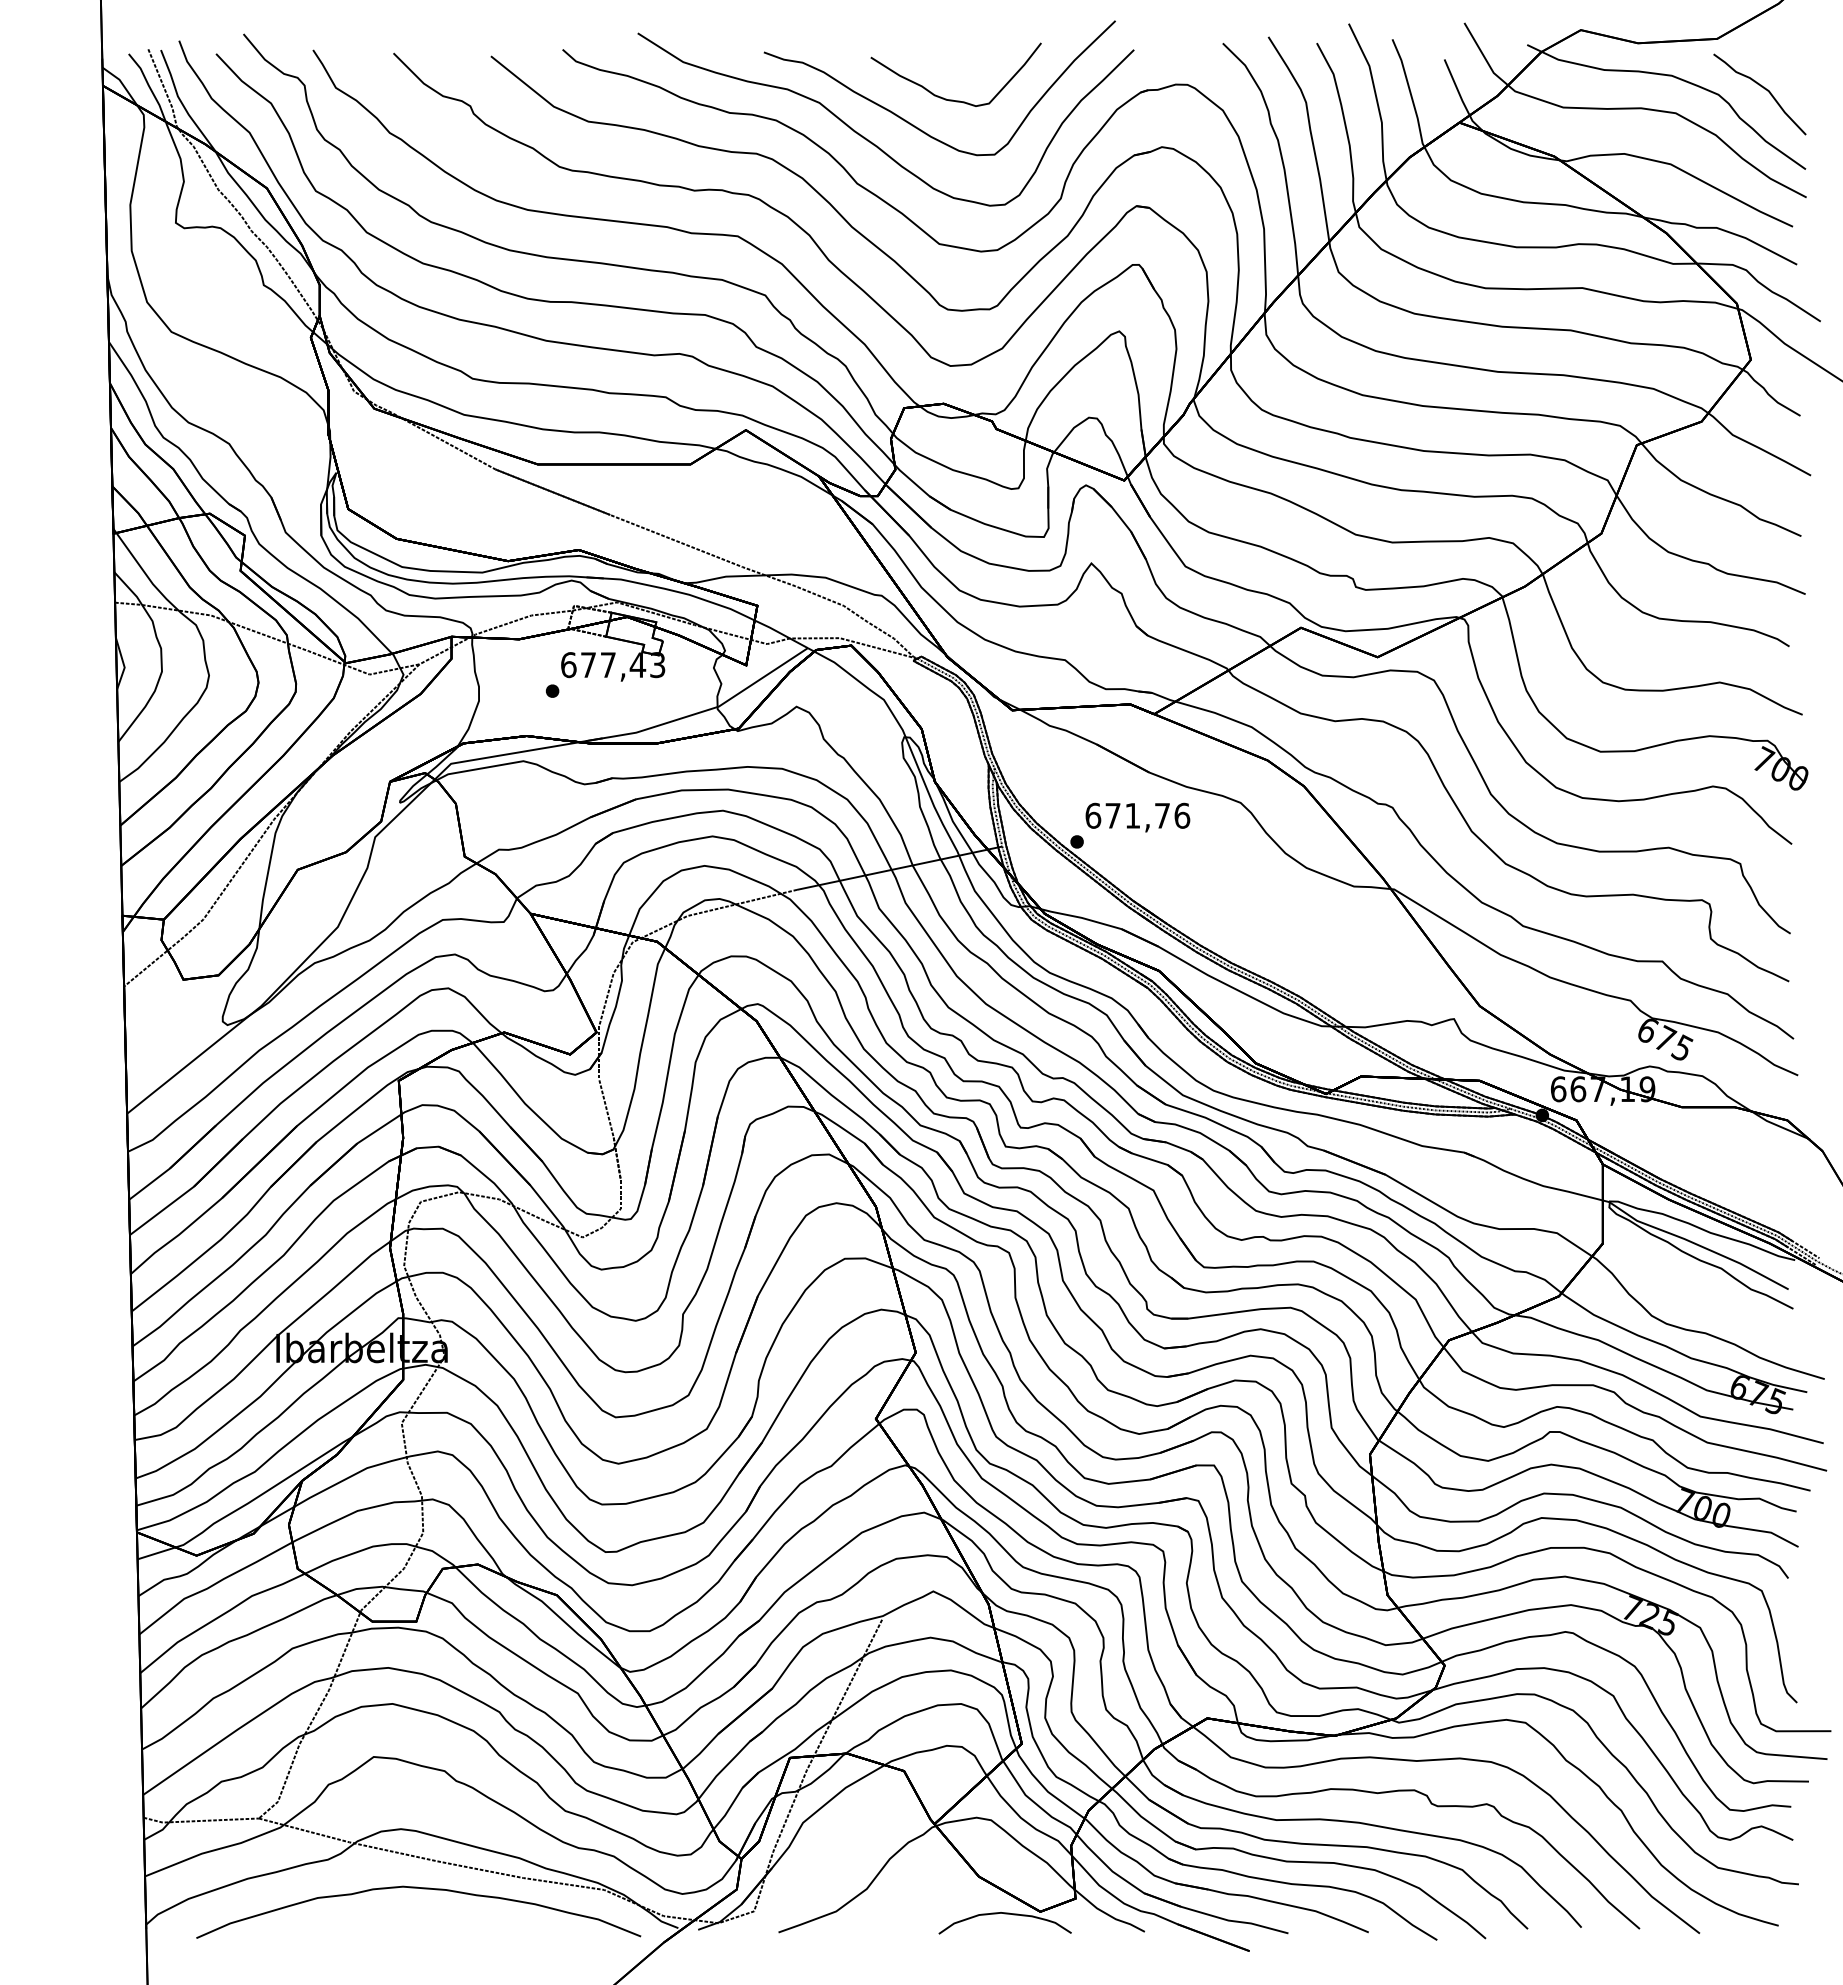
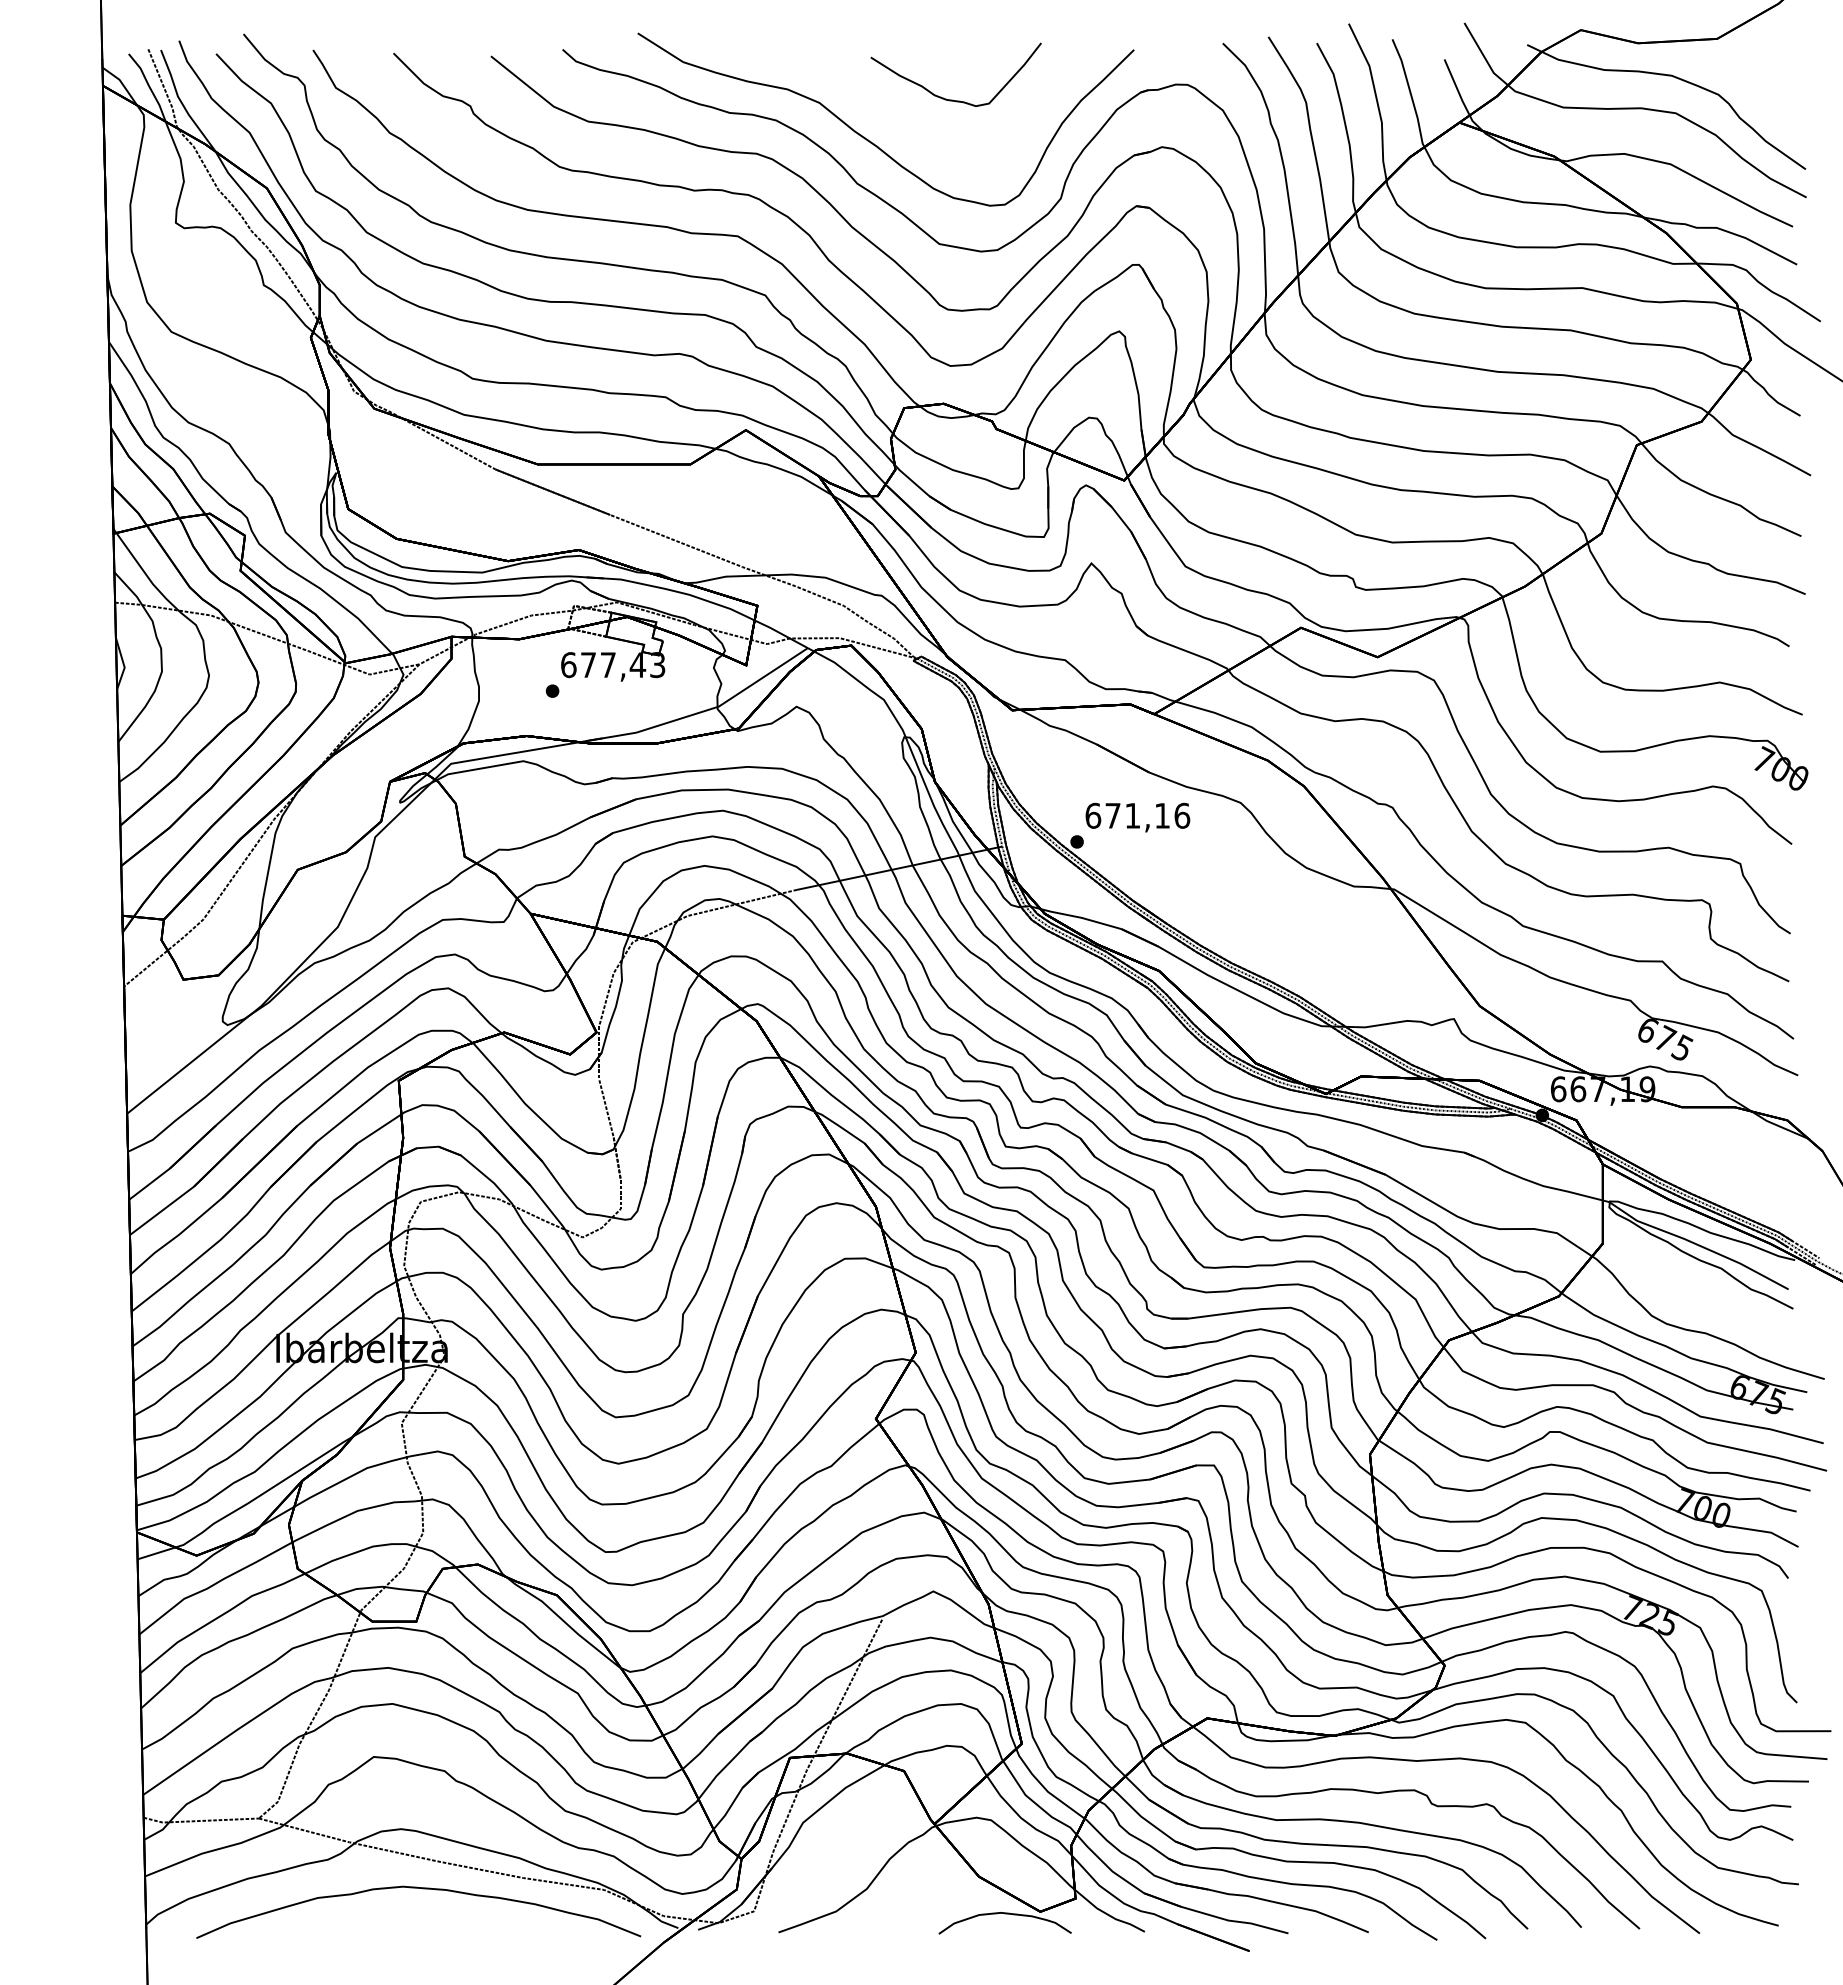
part at (1764, 89): present -> none
part at (918, 127): present -> none
text at (1162, 815): 671,76 -> 671,16
